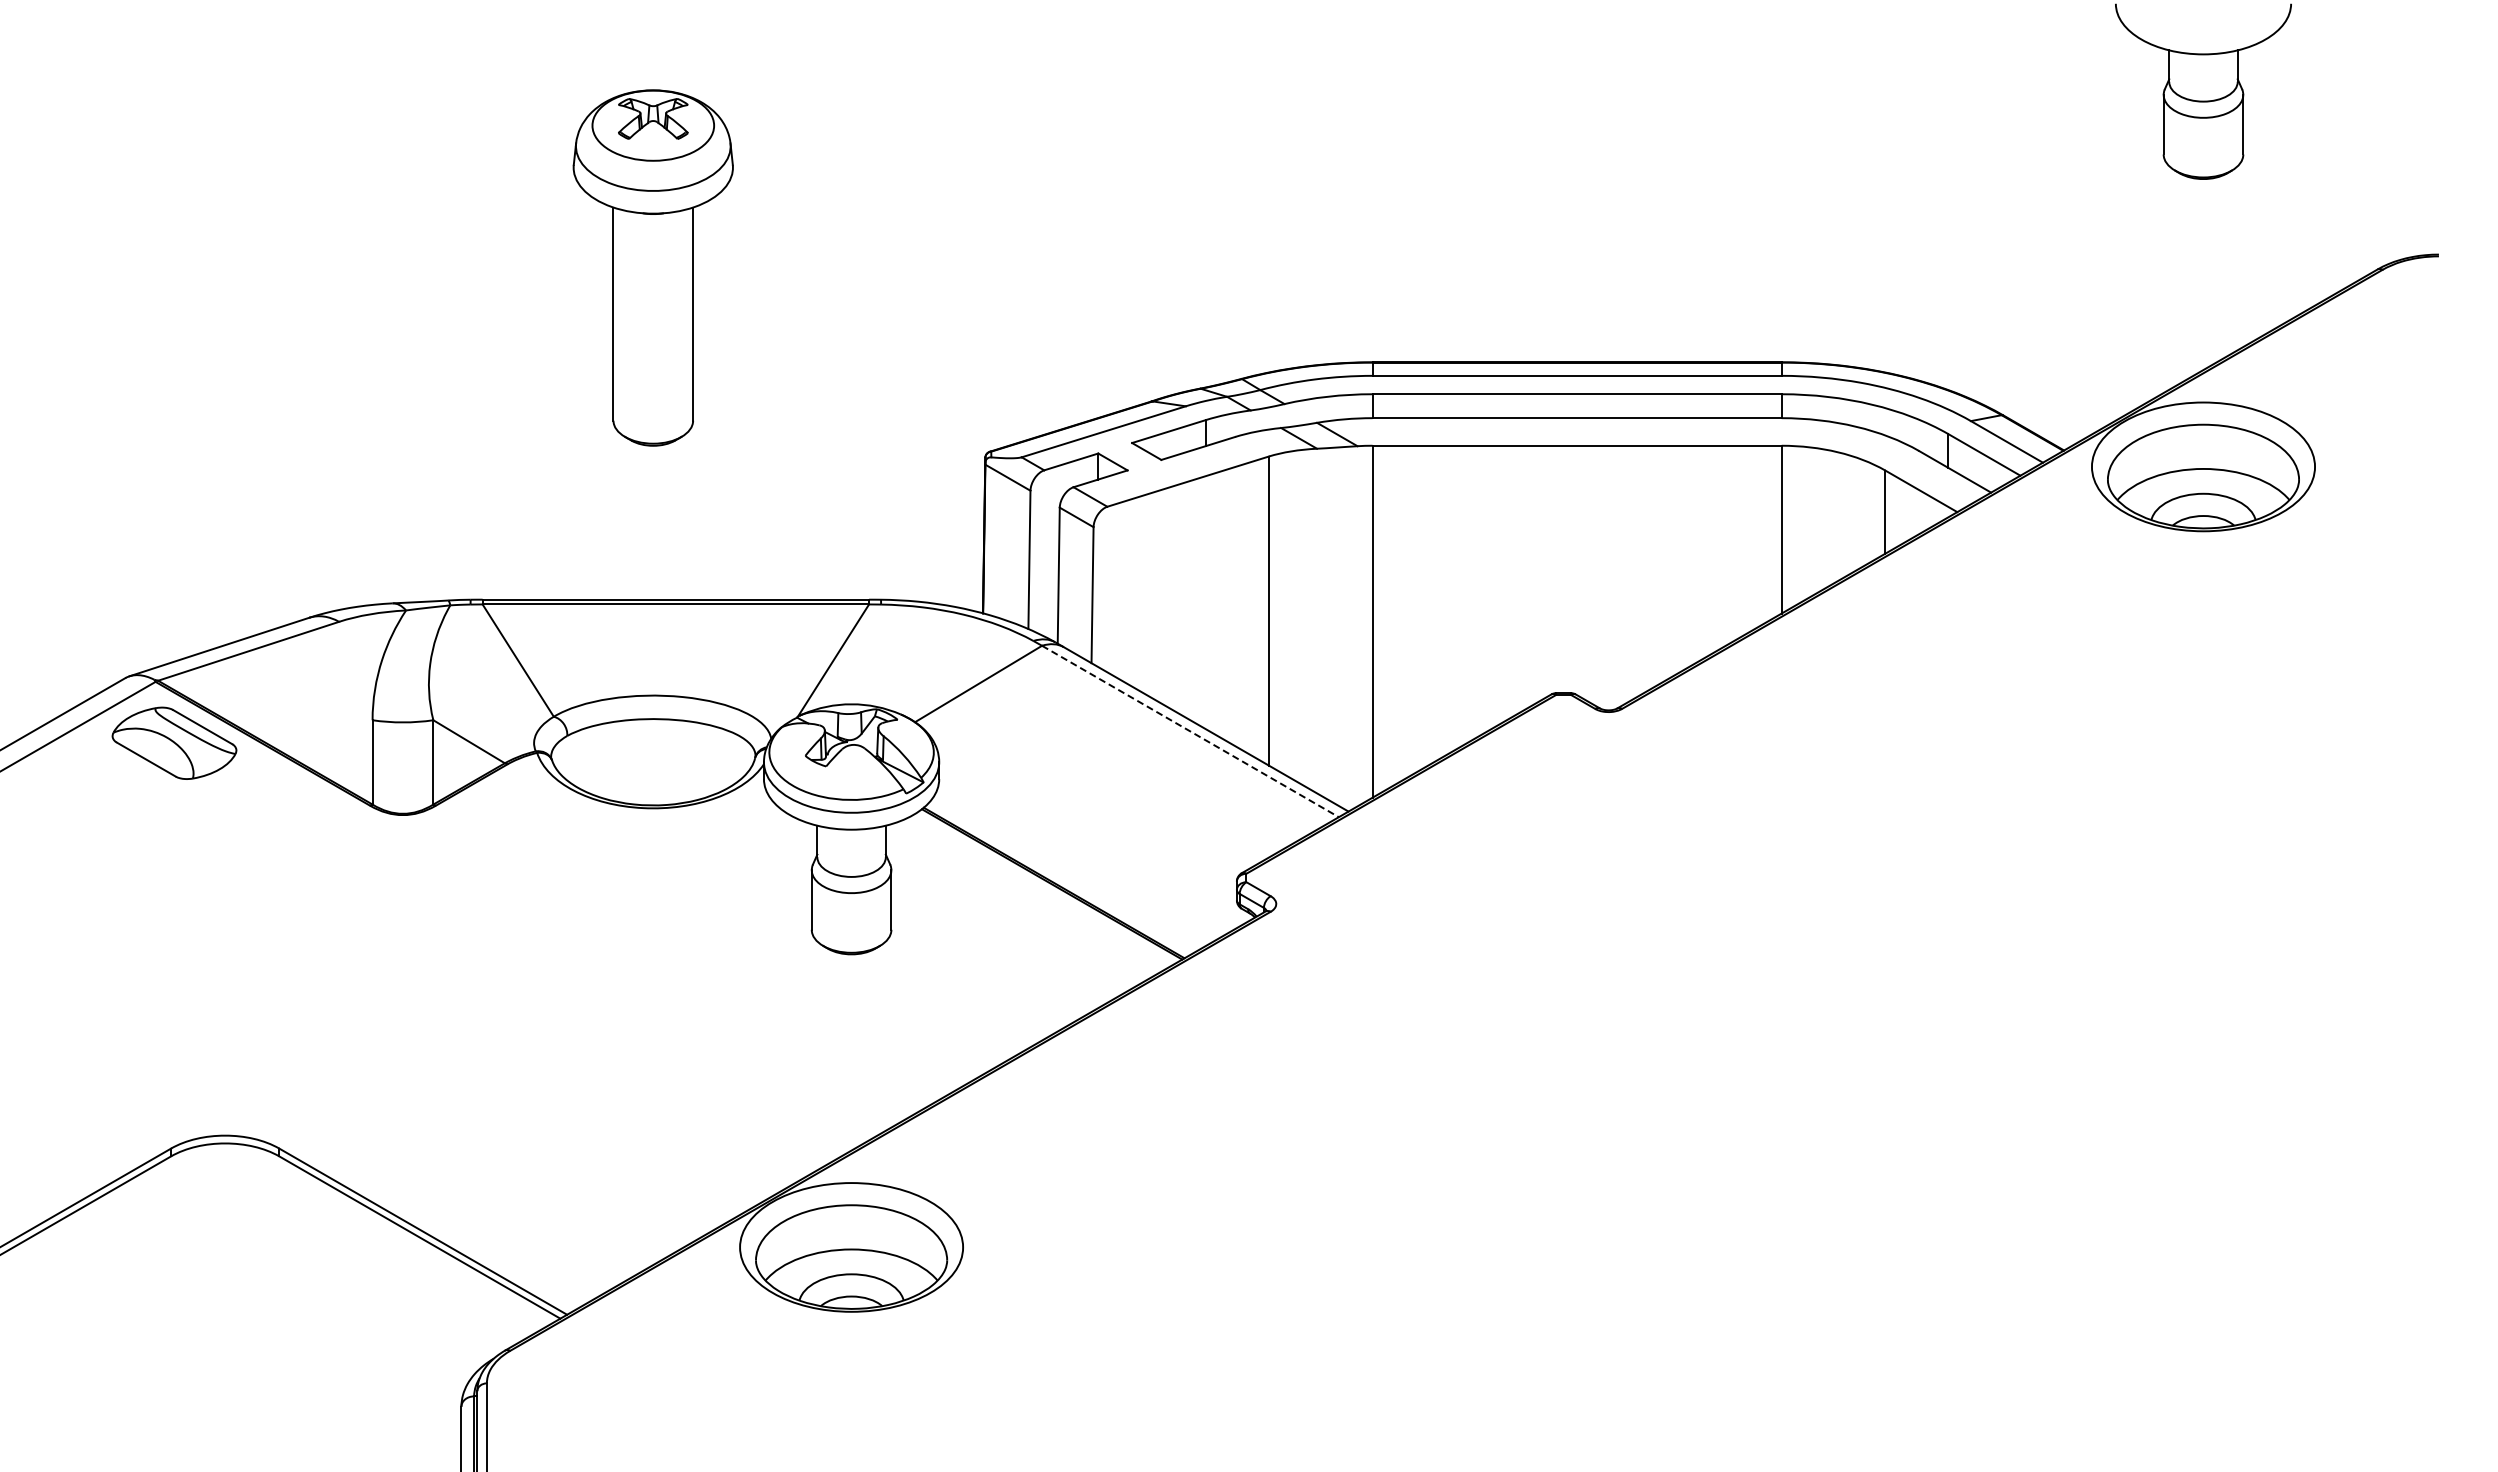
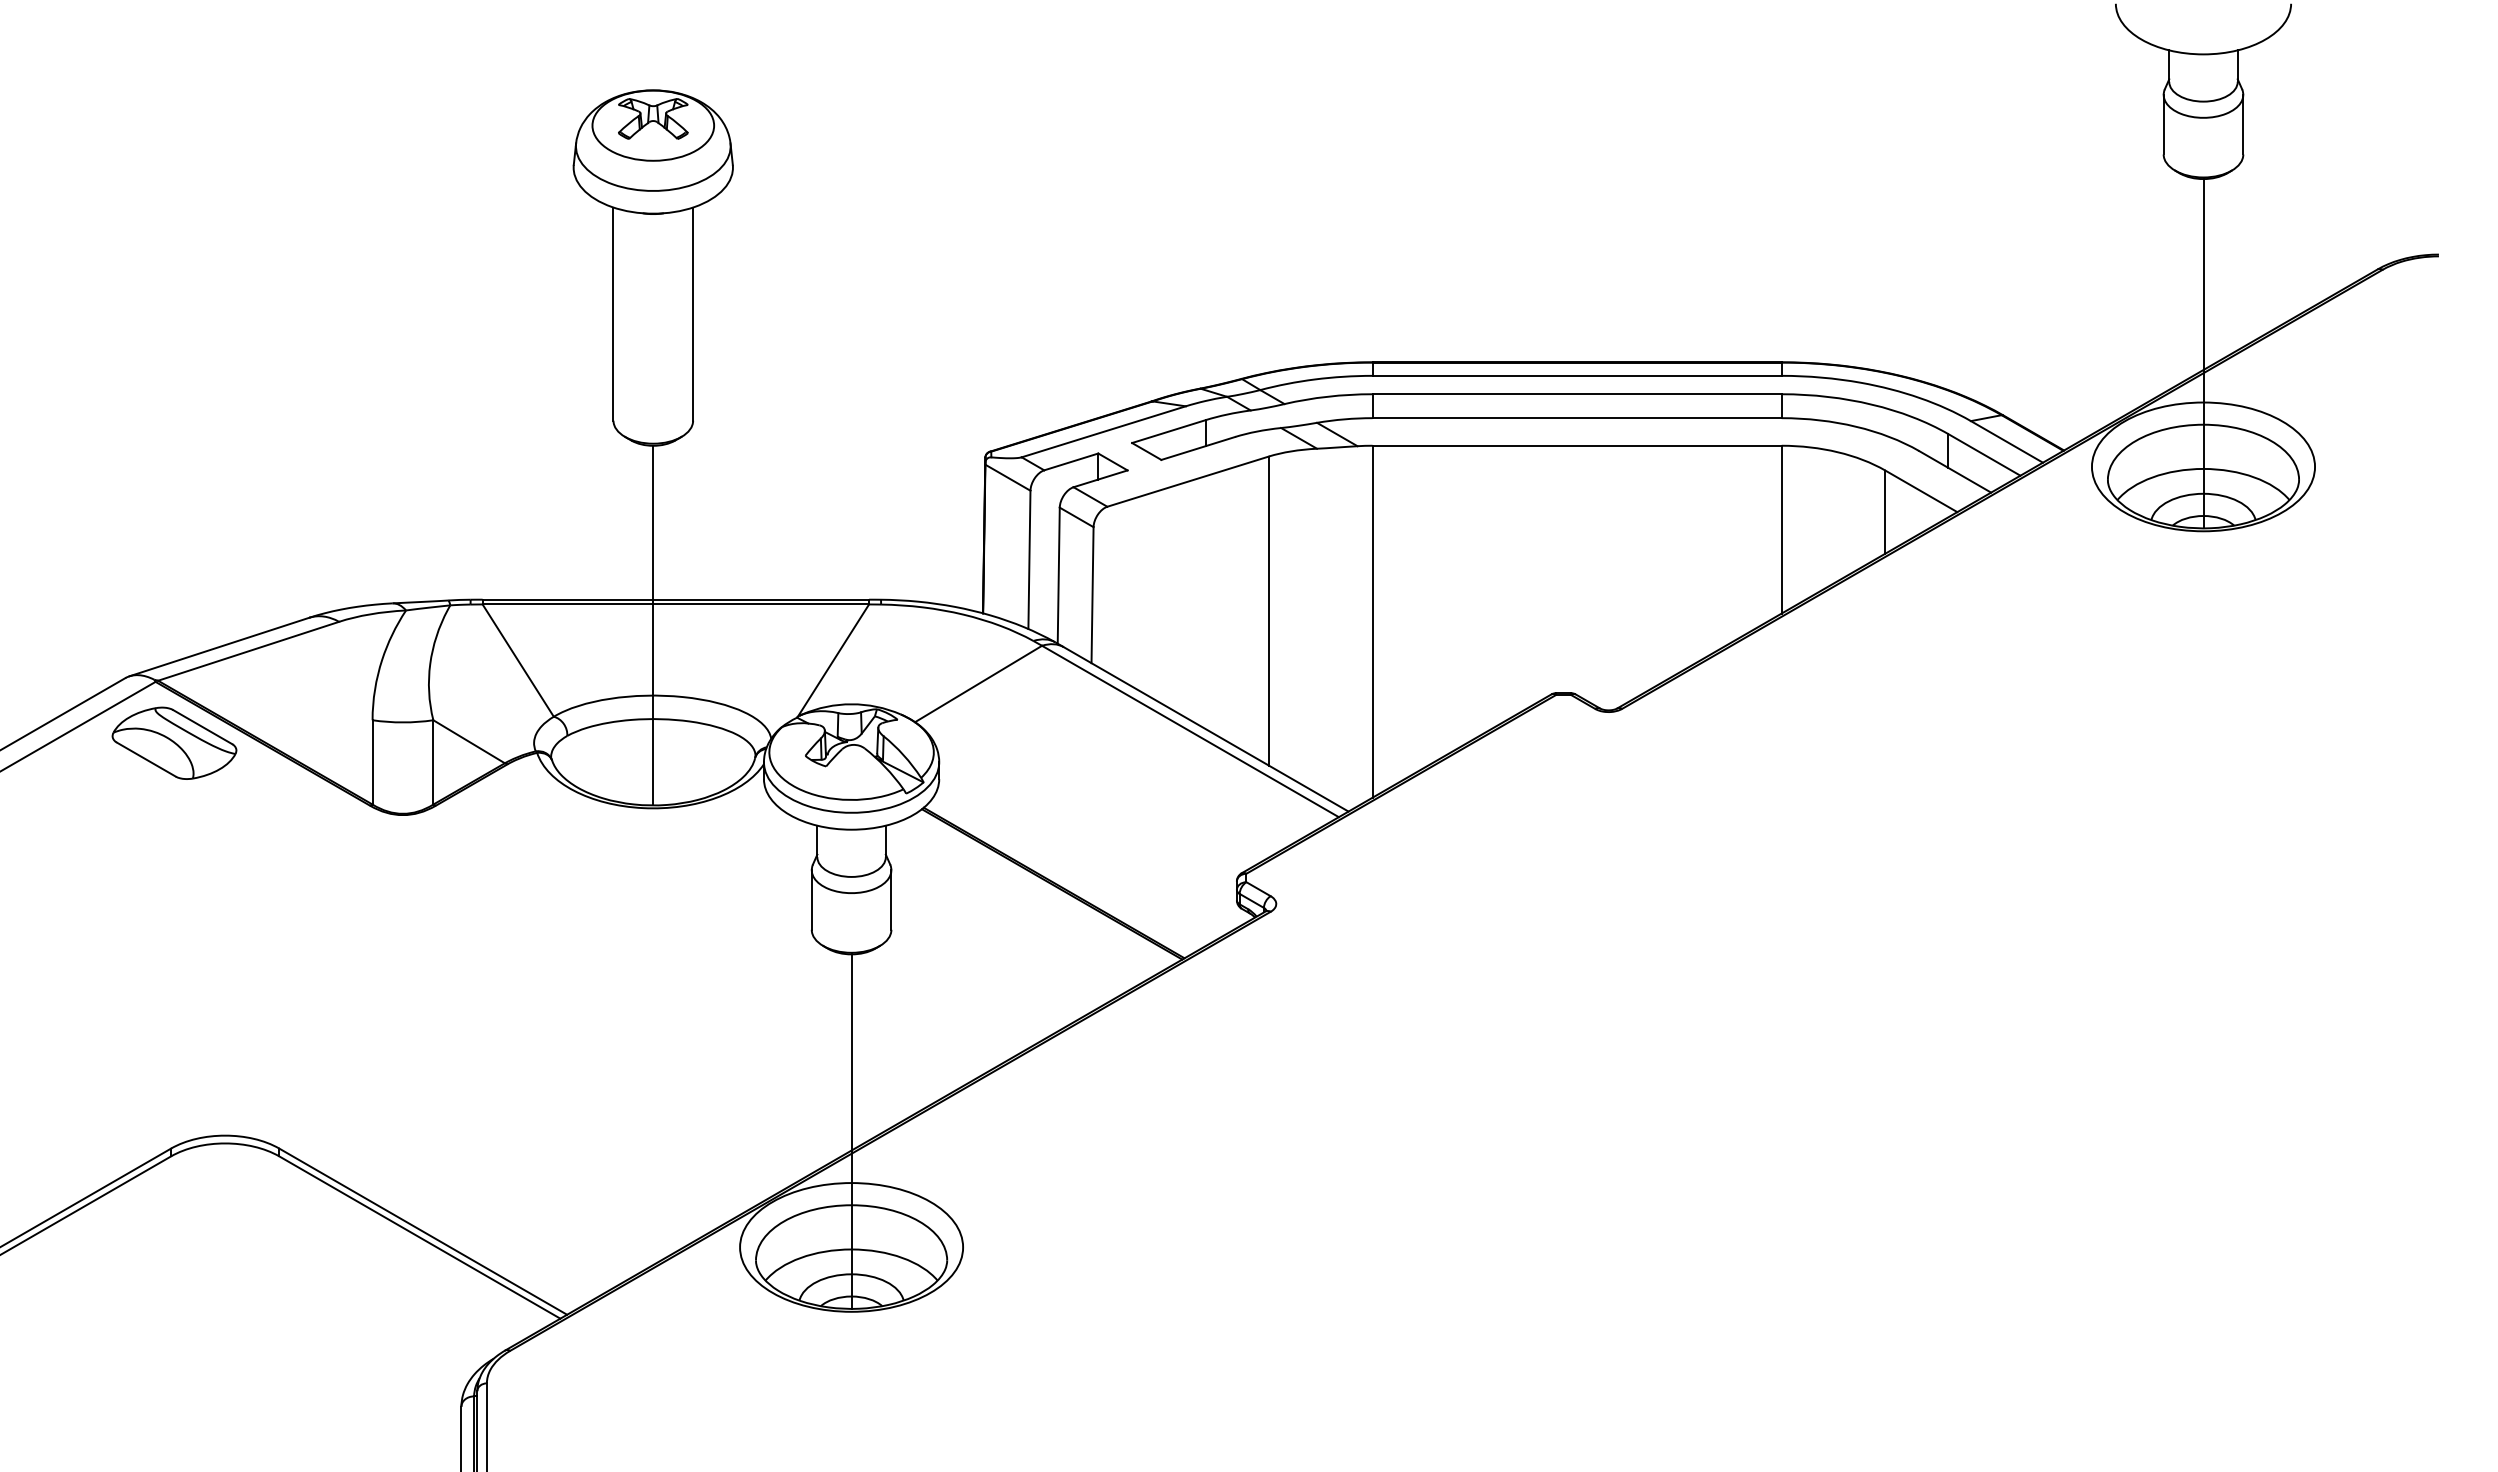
line at (2203, 353): none -> present
line at (653, 625): none -> present
line at (1190, 731): dashed -> solid
line at (851, 1131): none -> present
